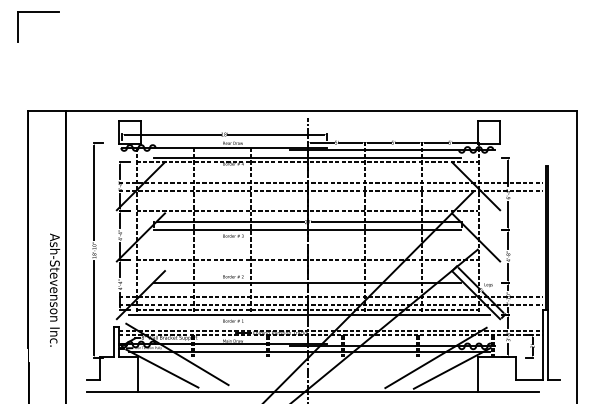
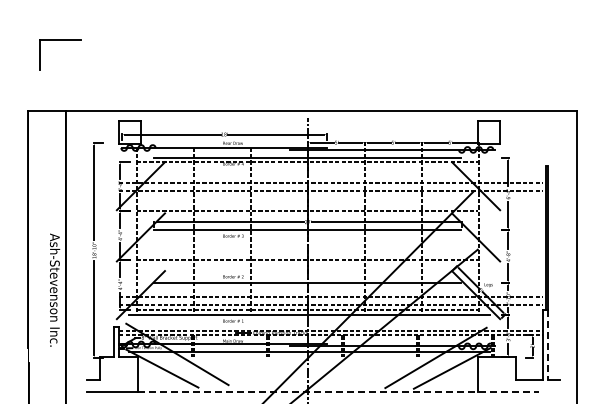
part at (38, 12) position: (38, 12) -> (60, 40)
line at (548, 345): solid -> dashed
line at (339, 391): solid -> dashed
